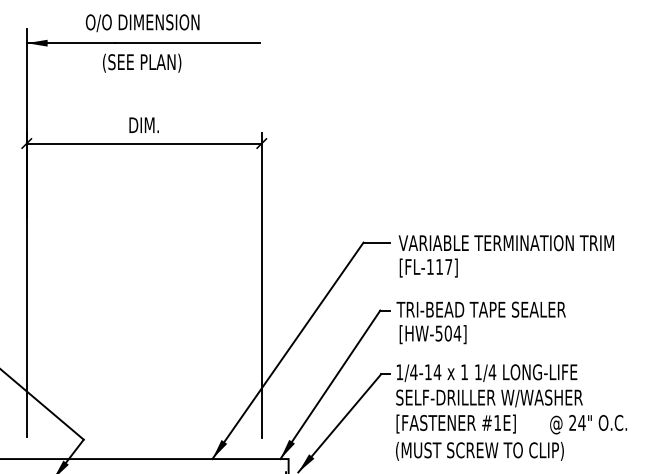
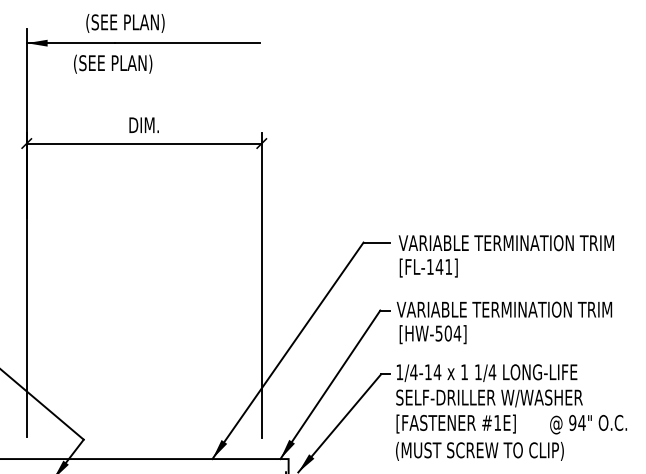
text at (142, 23): O/O DIMENSION -> (SEE PLAN)
text at (142, 62) position: (142, 62) -> (113, 63)
text at (443, 266): [FL-117] -> [FL-141]
text at (504, 309): TRI-BEAD TAPE SEALER -> VARIABLE TERMINATION TRIM
text at (572, 422): 24" -> 94"
